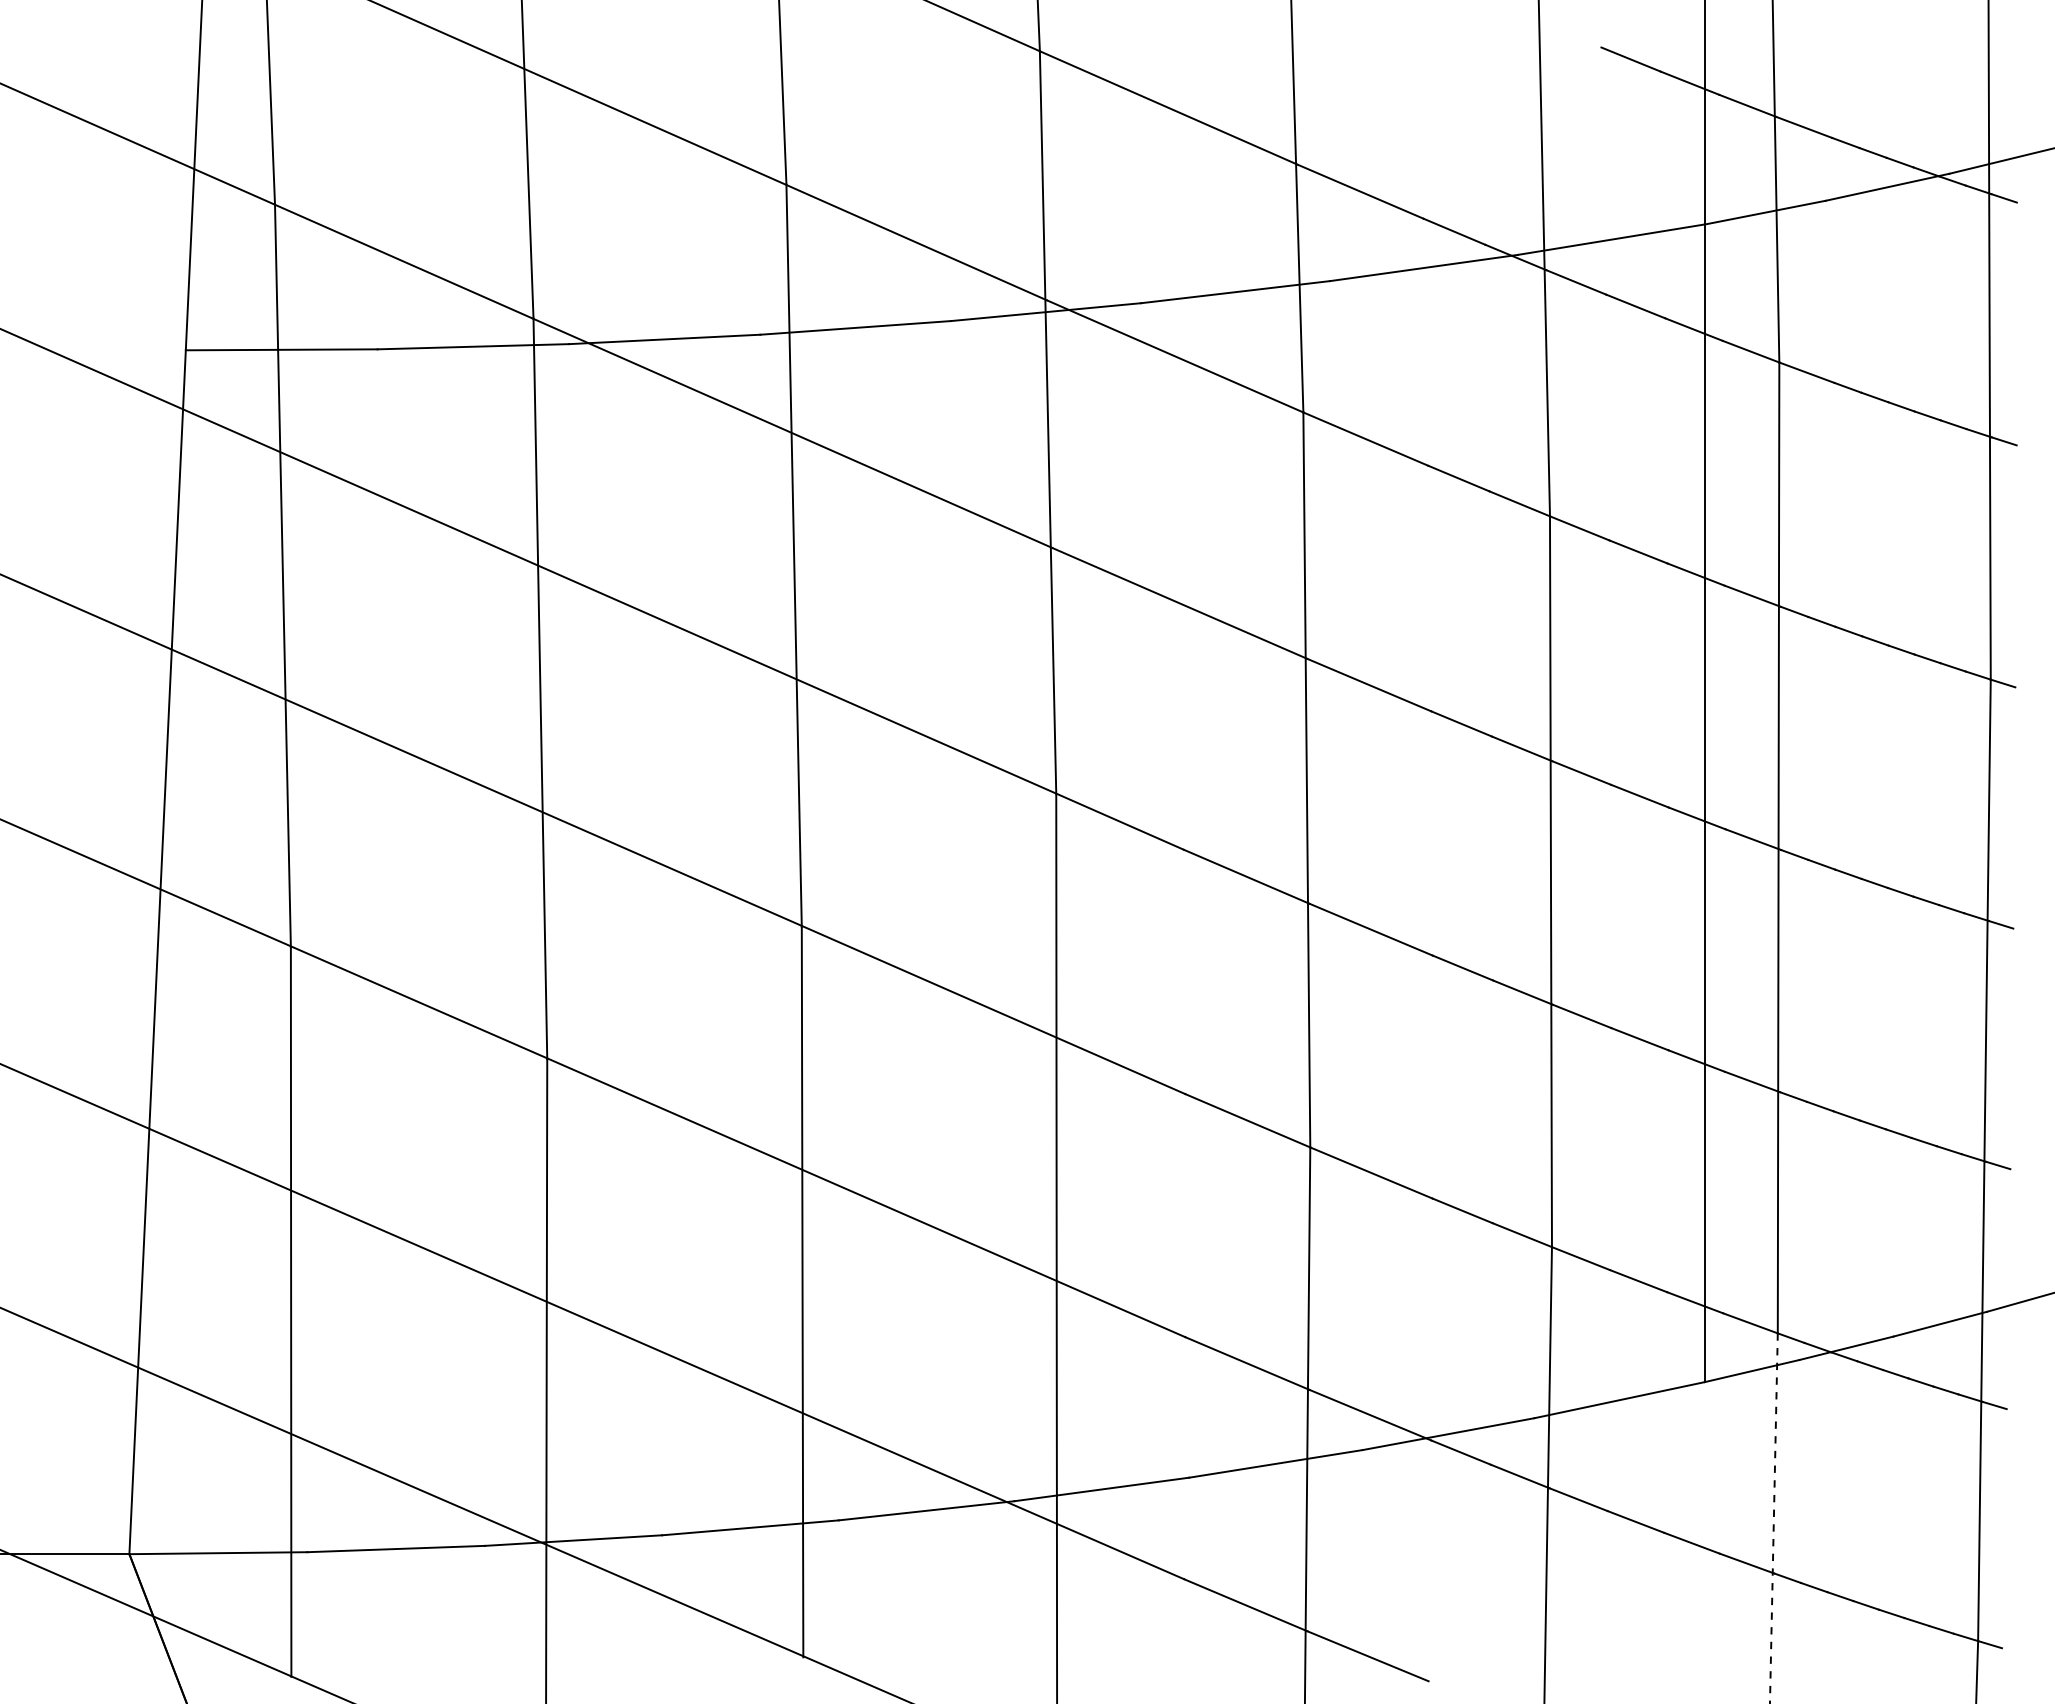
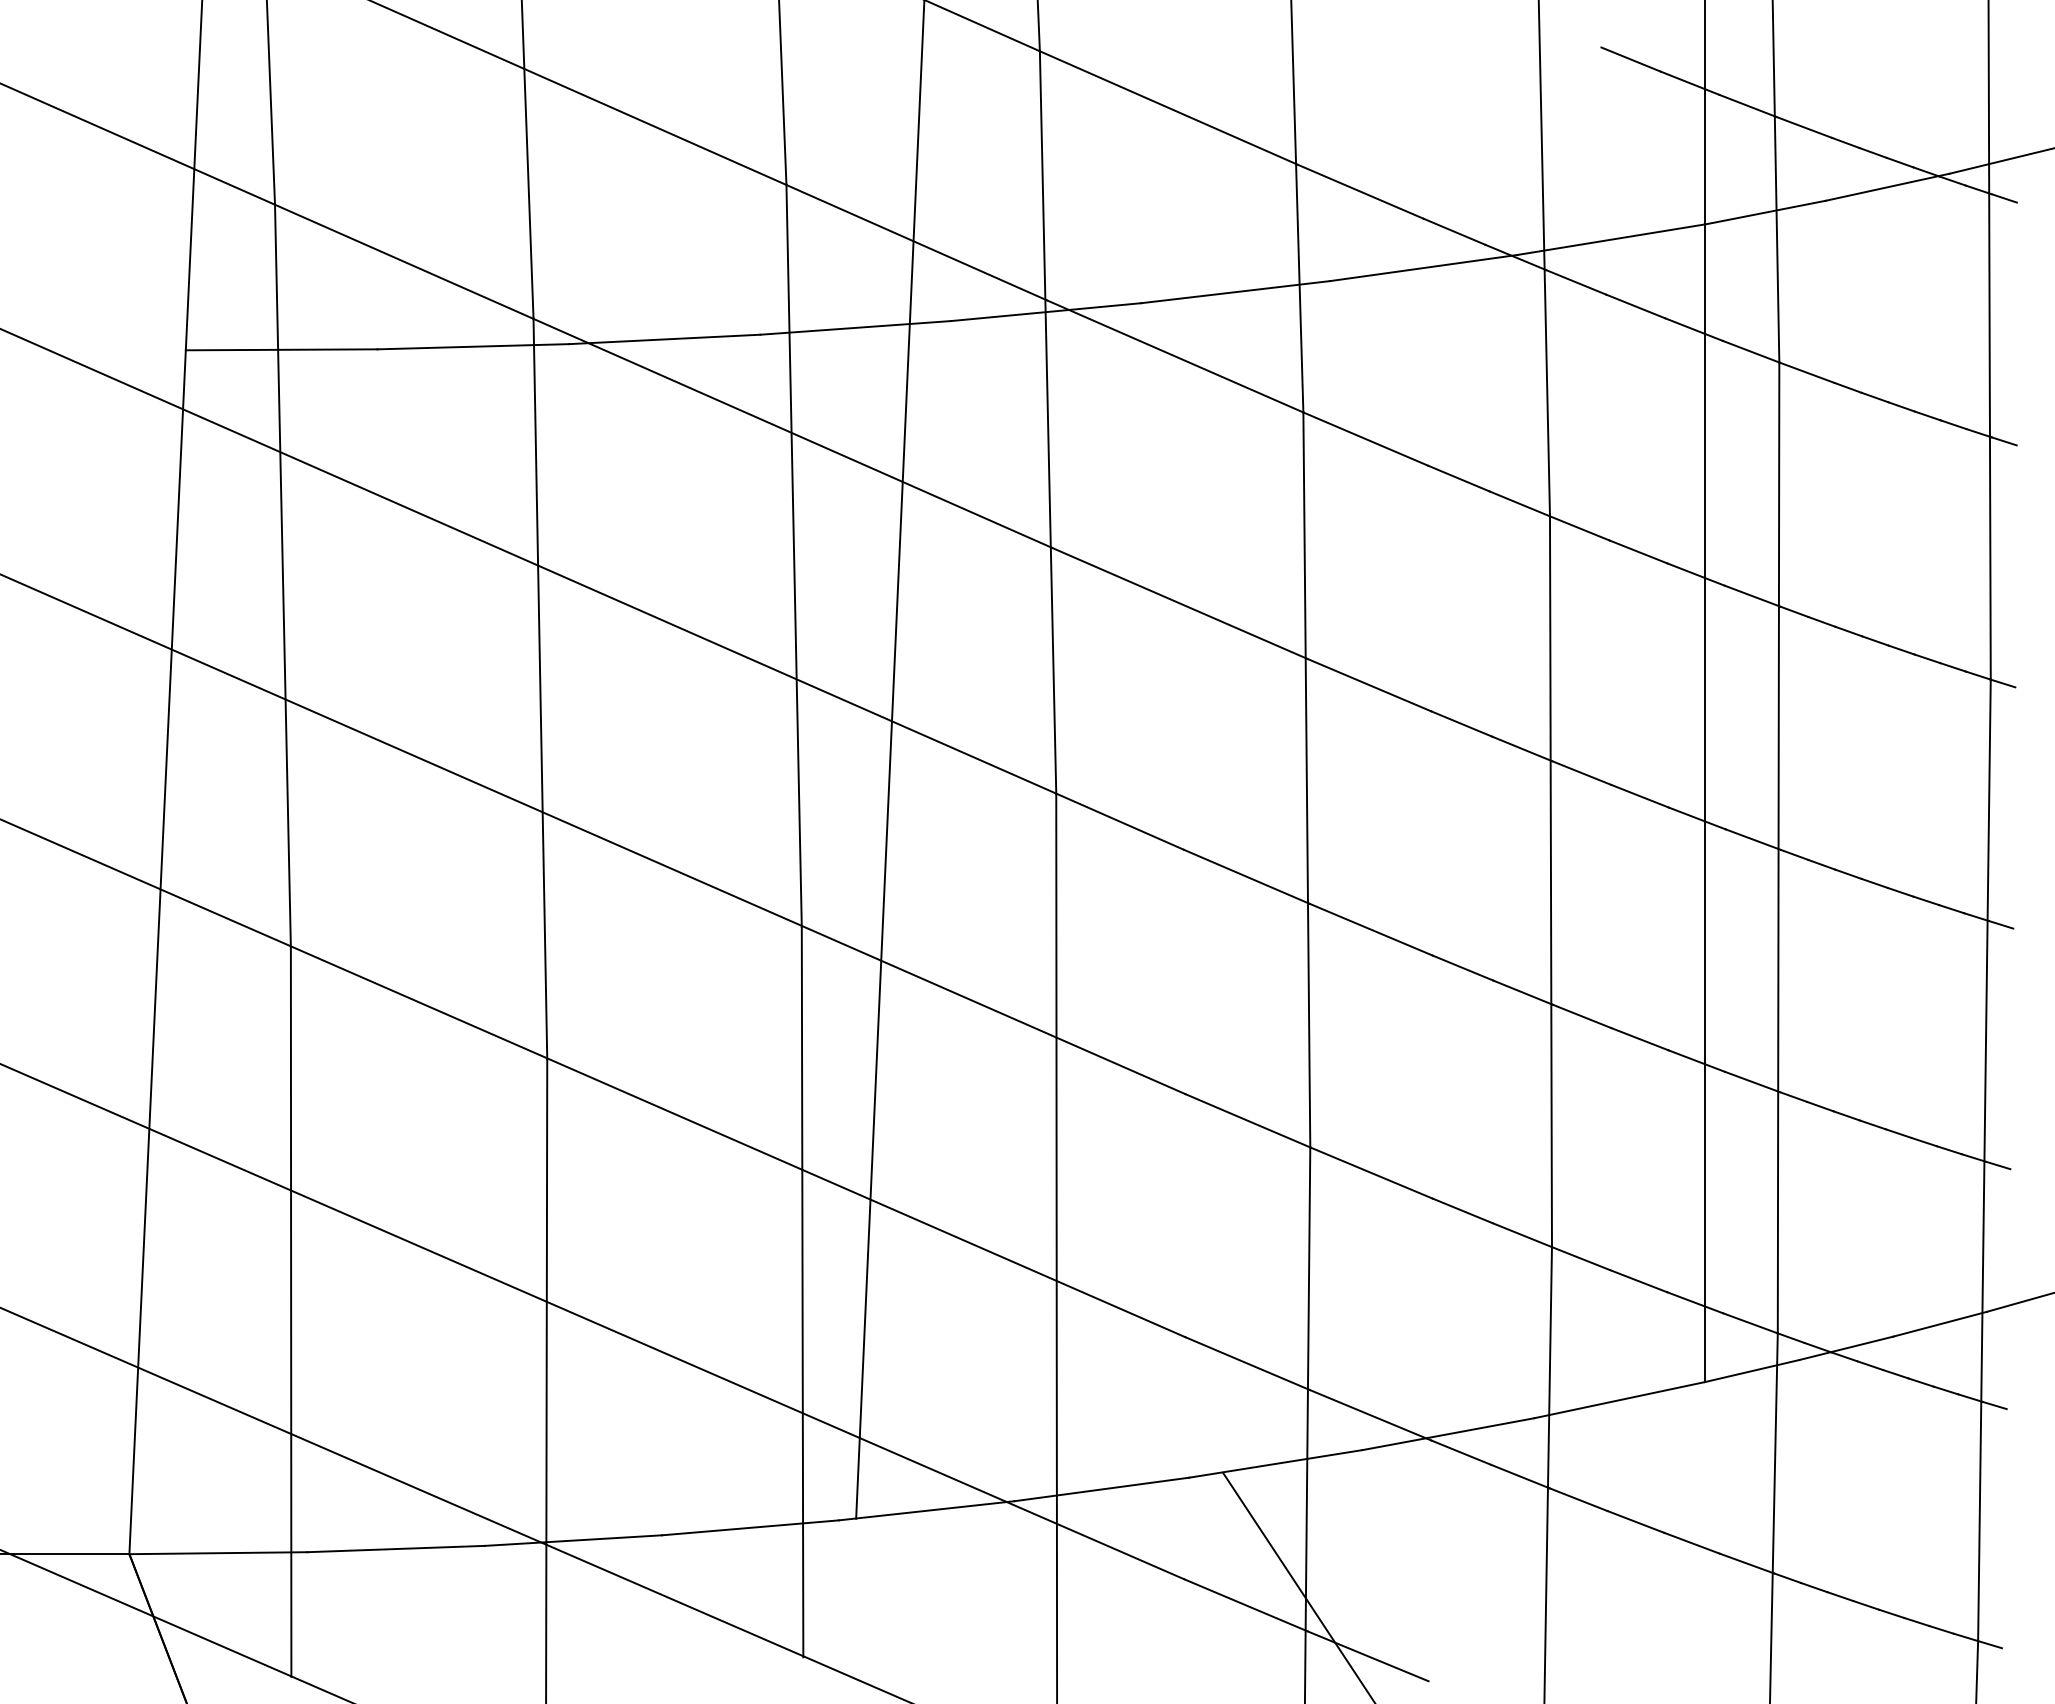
line at (890, 760): none -> present
line at (1773, 1518): dashed -> solid
line at (1298, 1586): none -> present
